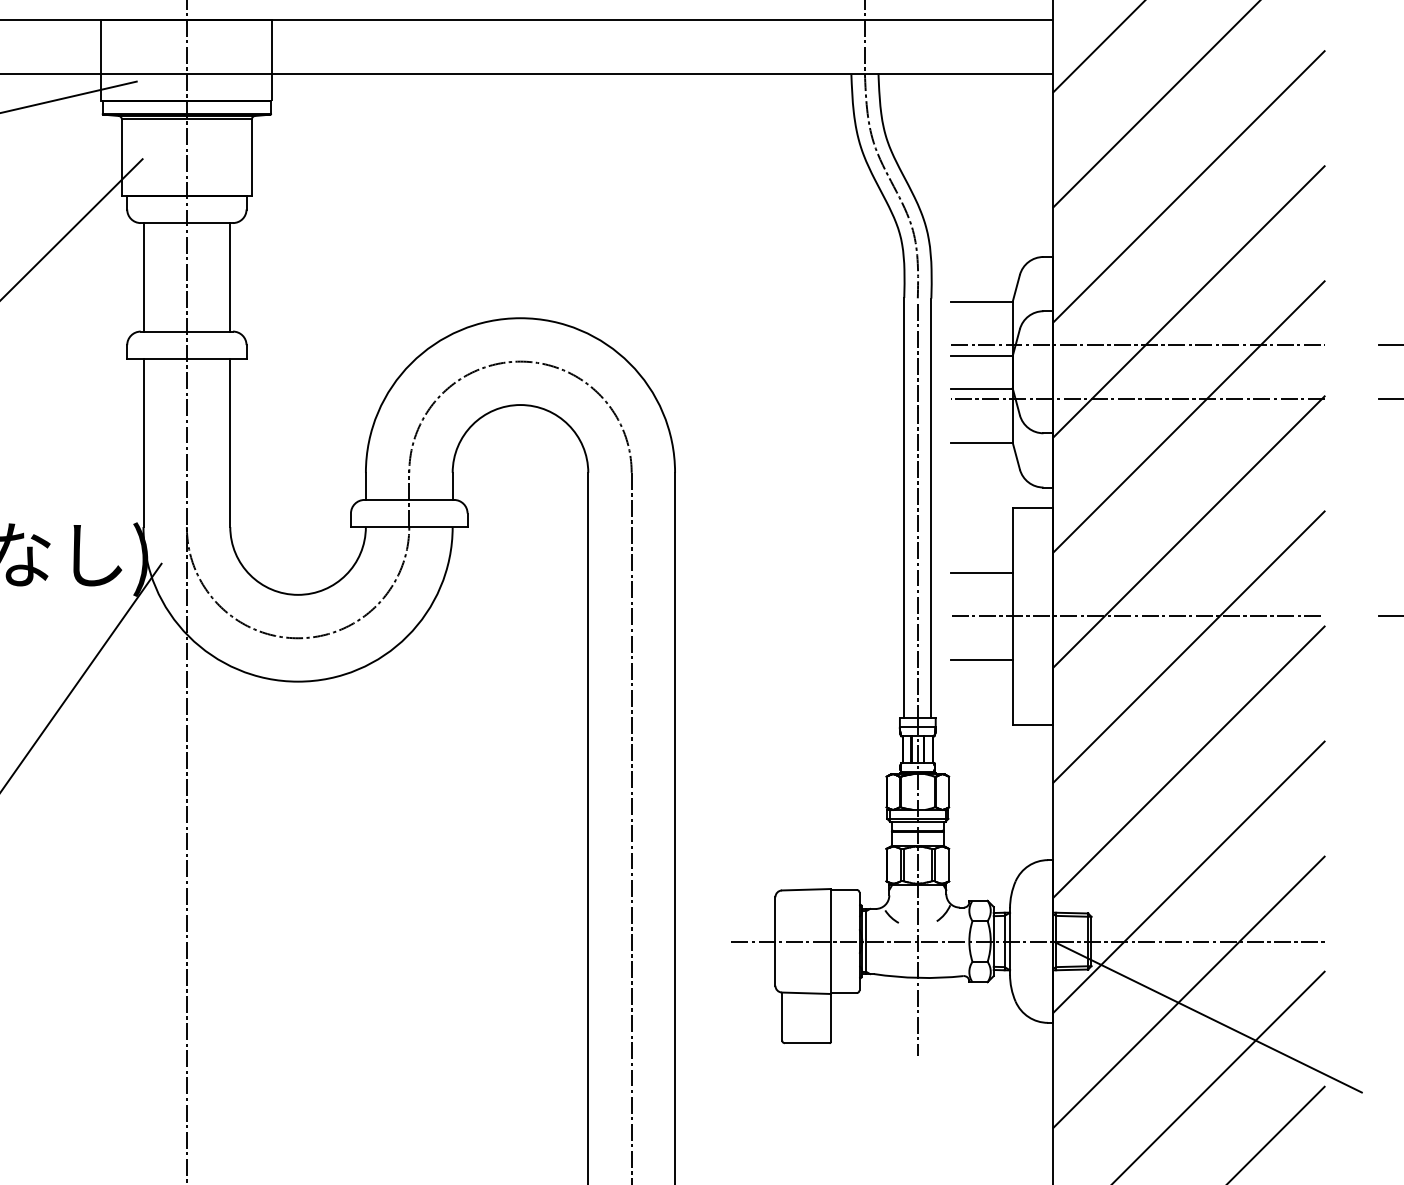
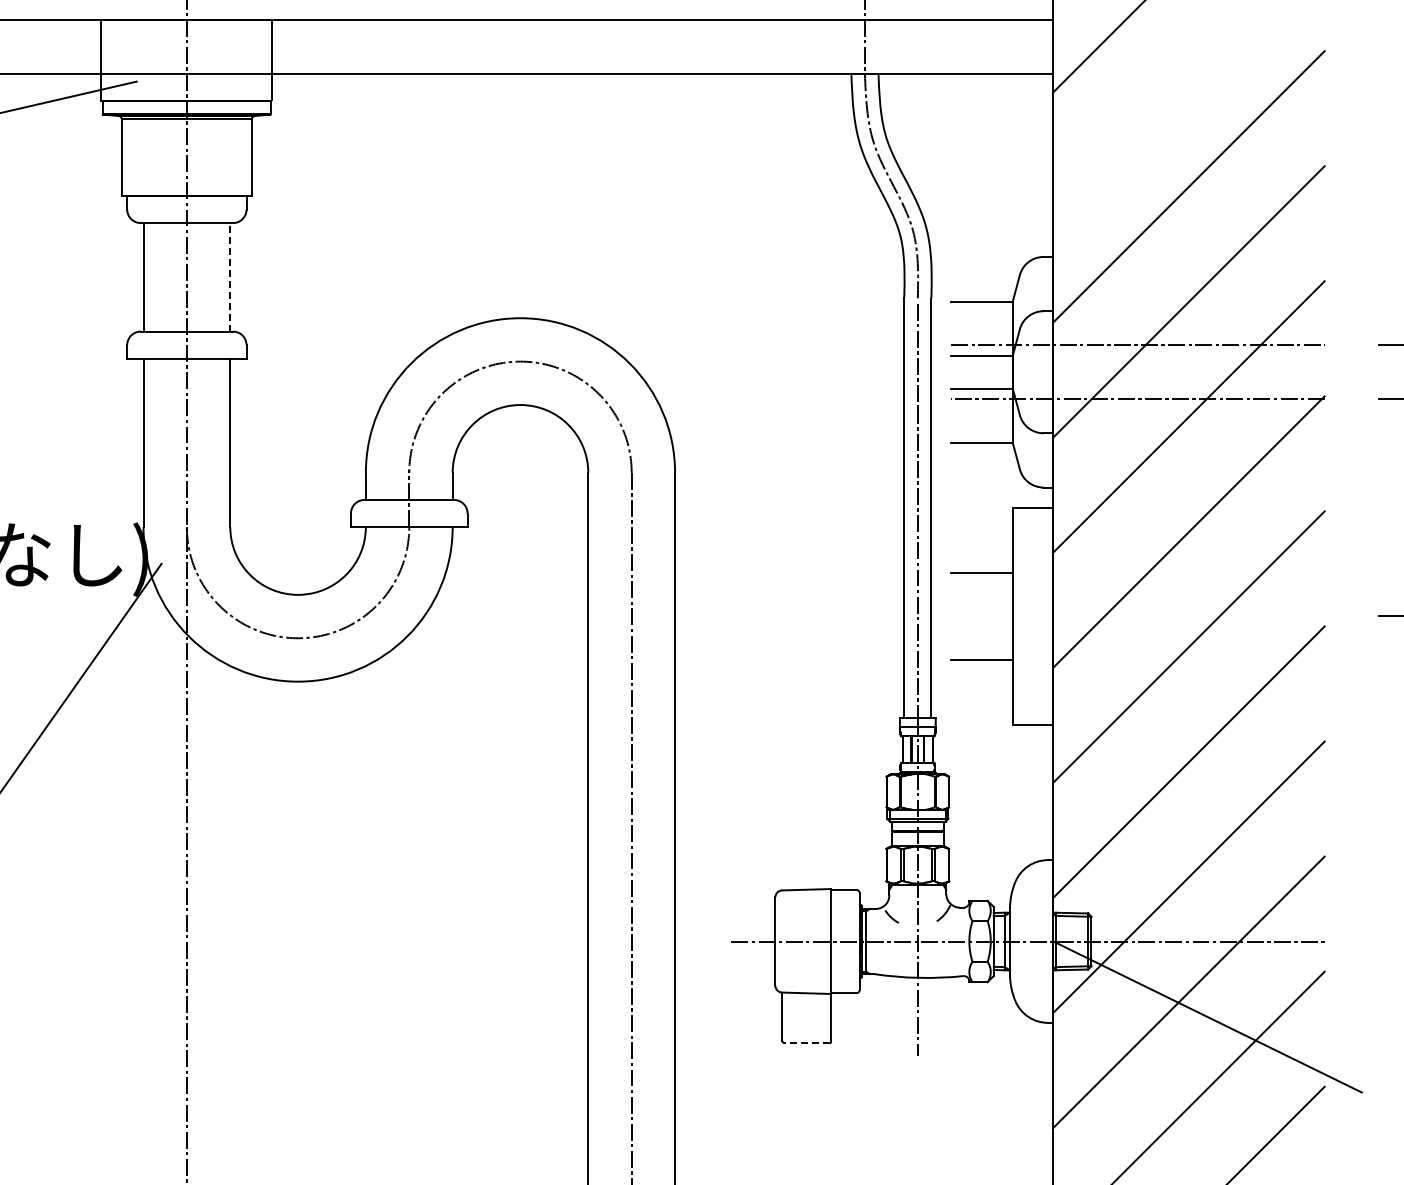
line at (1155, 104): present -> none
line at (72, 229): present -> none
line at (230, 276): solid -> dashed
line at (1138, 616): present -> none
line at (806, 1043): solid -> dashed
